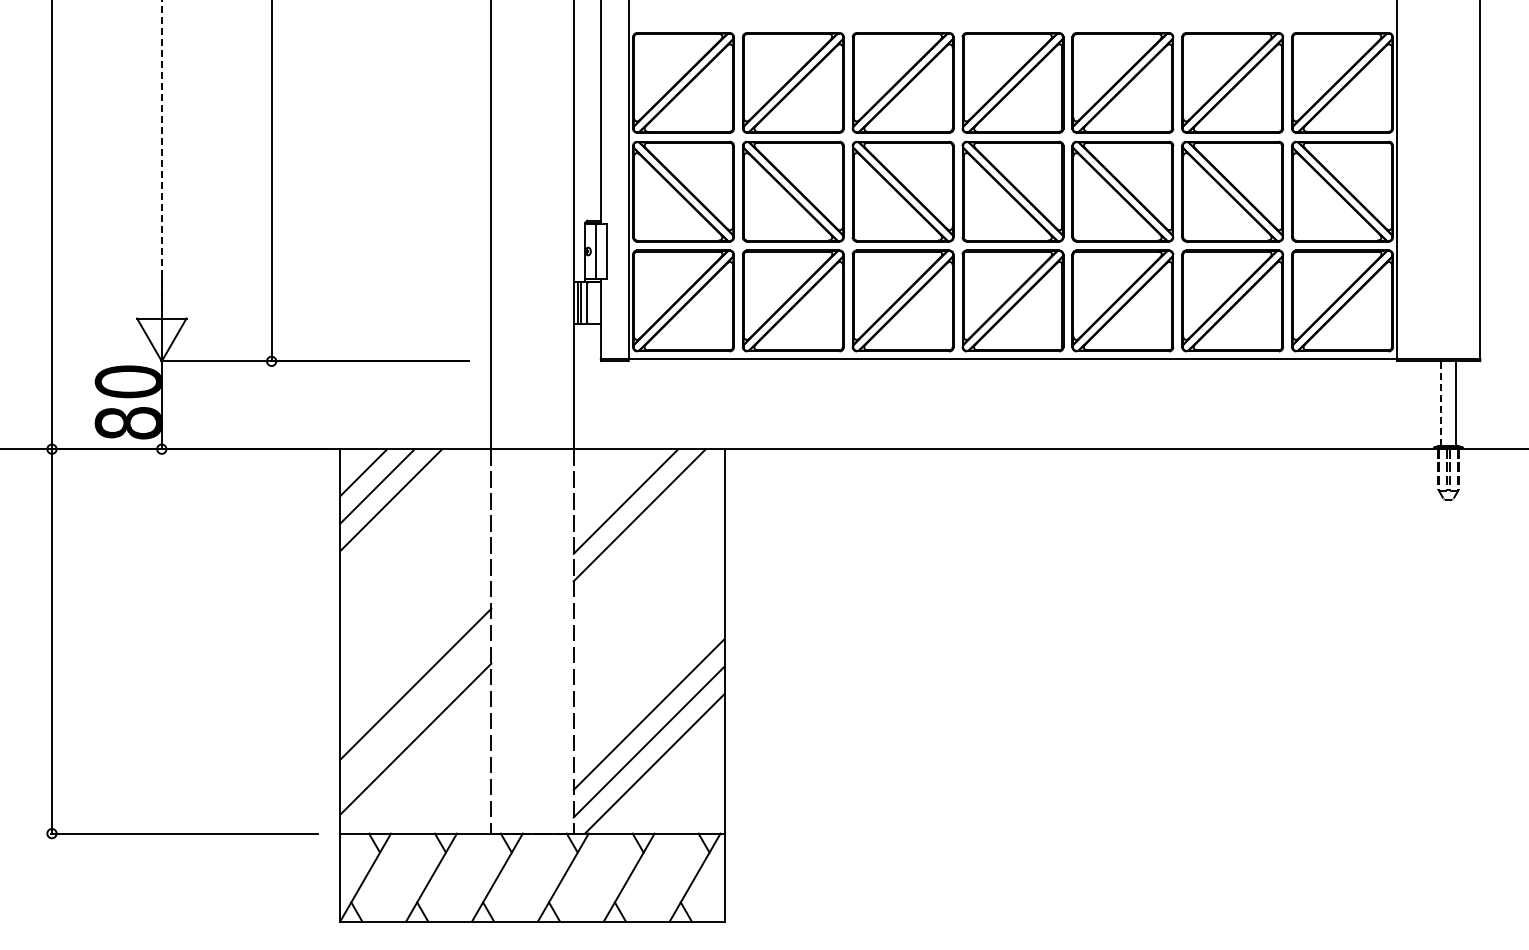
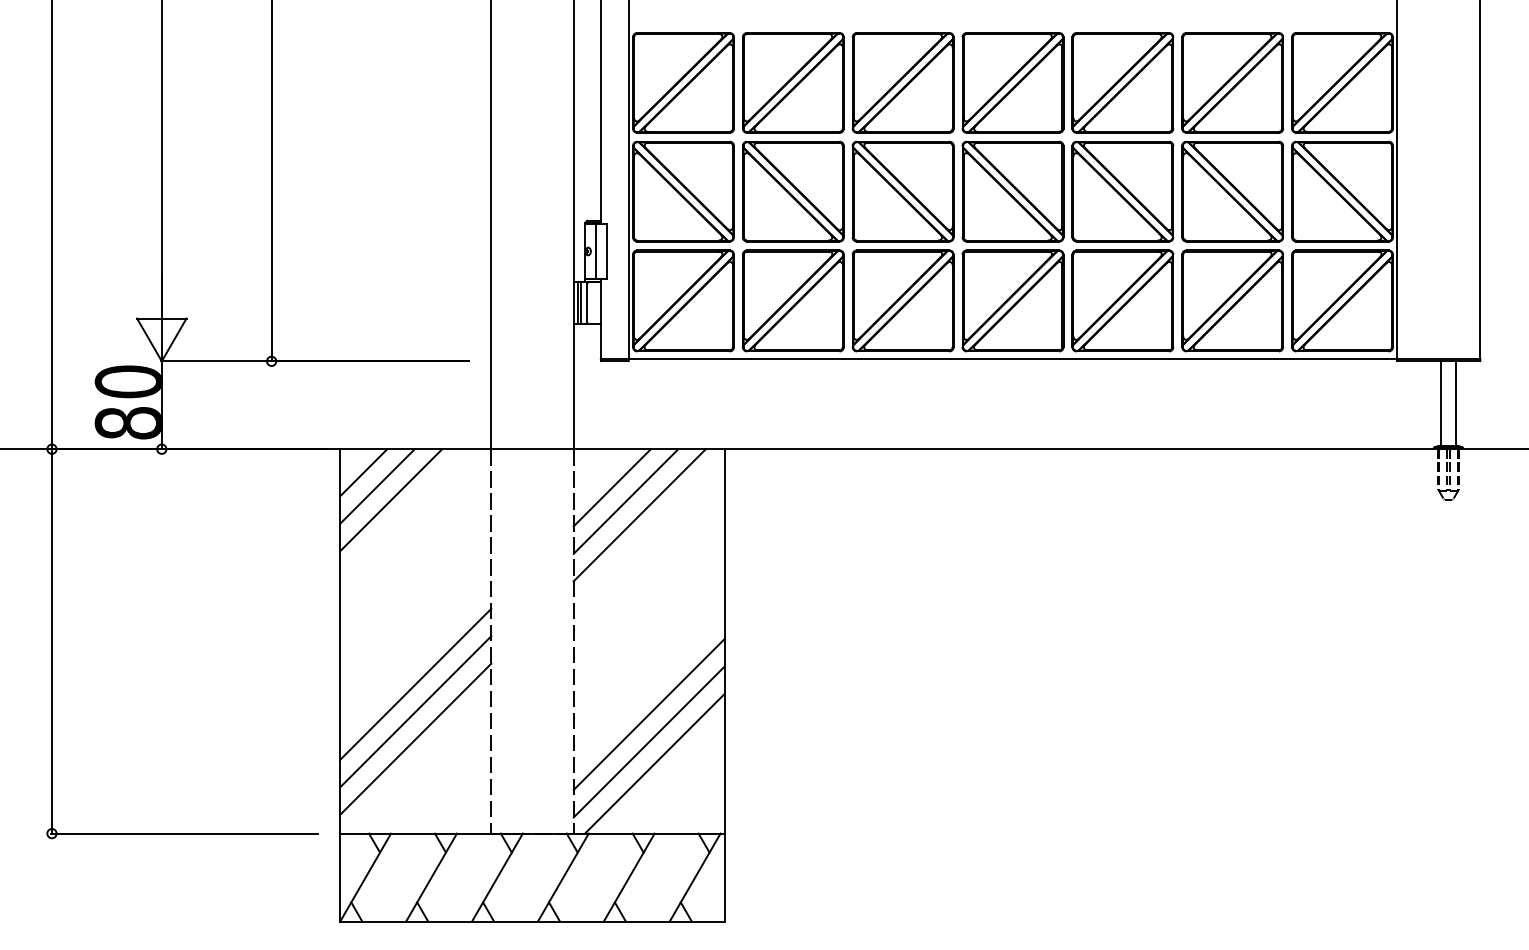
line at (161, 156): dashed -> solid
line at (1441, 403): dashed -> solid
line at (611, 487): none -> present
line at (415, 711): none -> present
